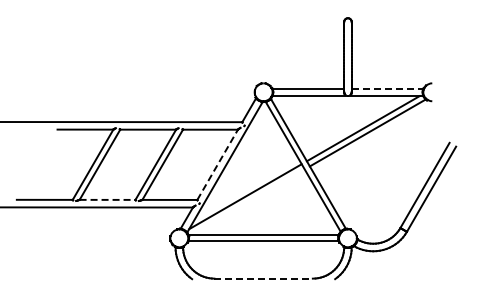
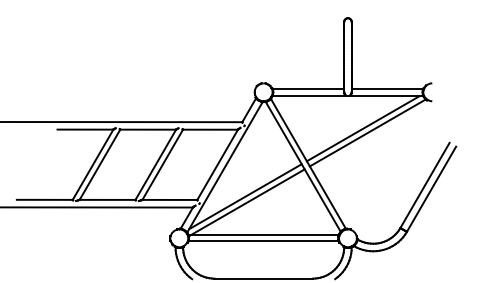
line at (387, 88): dashed -> solid
line at (217, 164): dashed -> solid
line at (107, 199): dashed -> solid
line at (247, 202): none -> present
line at (264, 278): dashed -> solid
